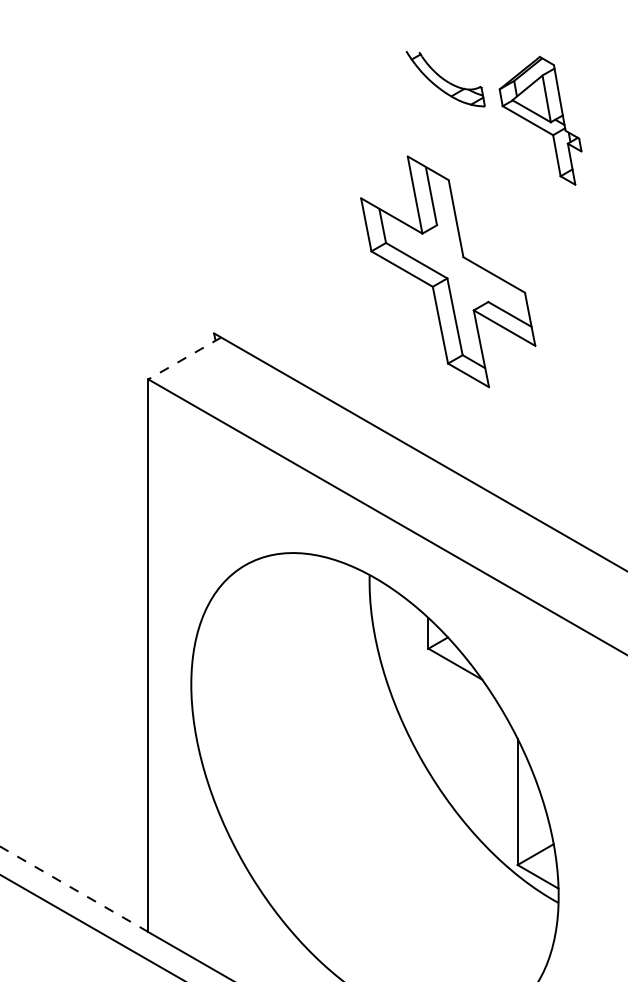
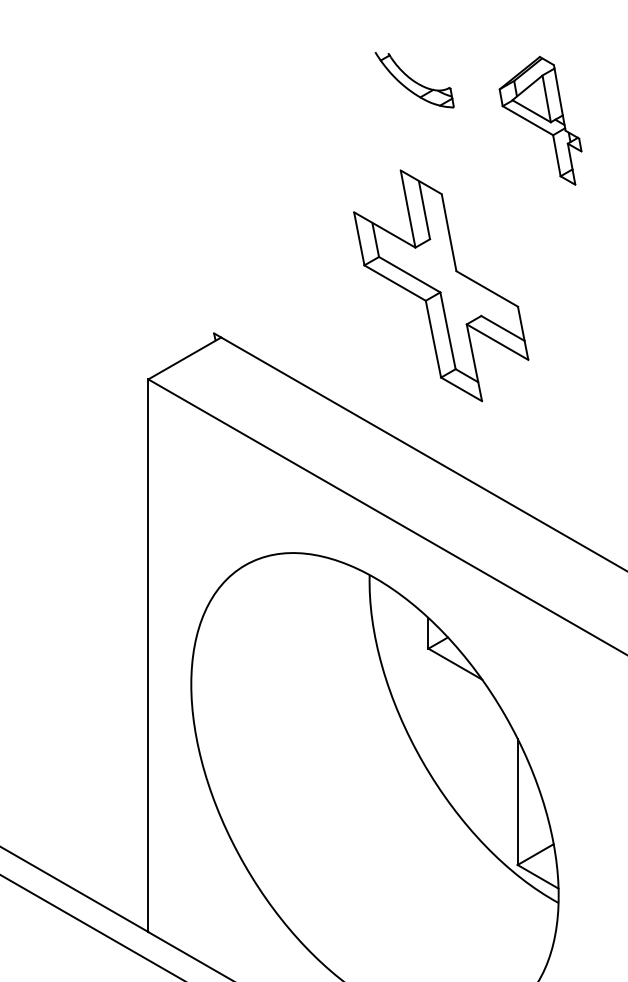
part at (445, 79) position: (445, 79) -> (414, 80)
part at (448, 271) position: (448, 271) -> (441, 285)
line at (184, 358): dashed -> solid
line at (73, 889): dashed -> solid
